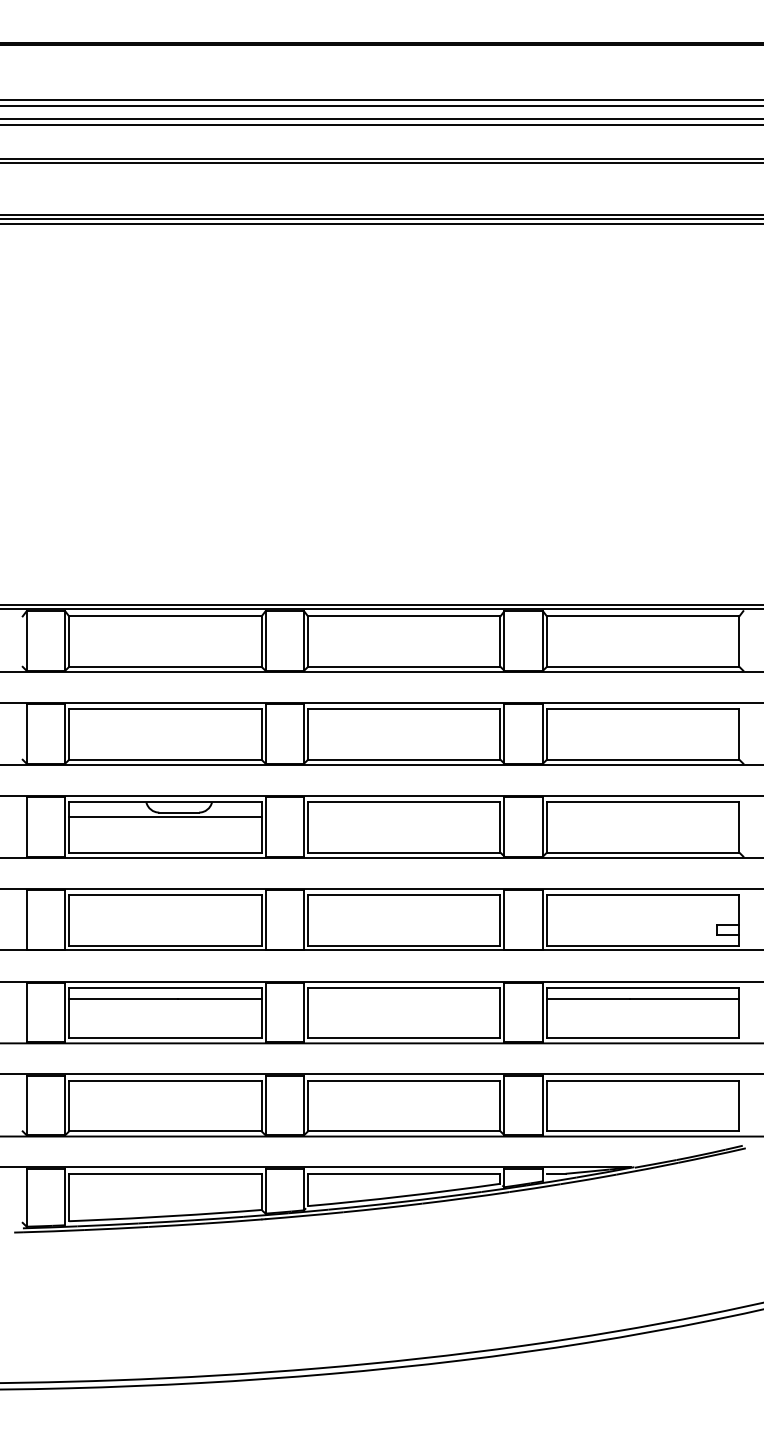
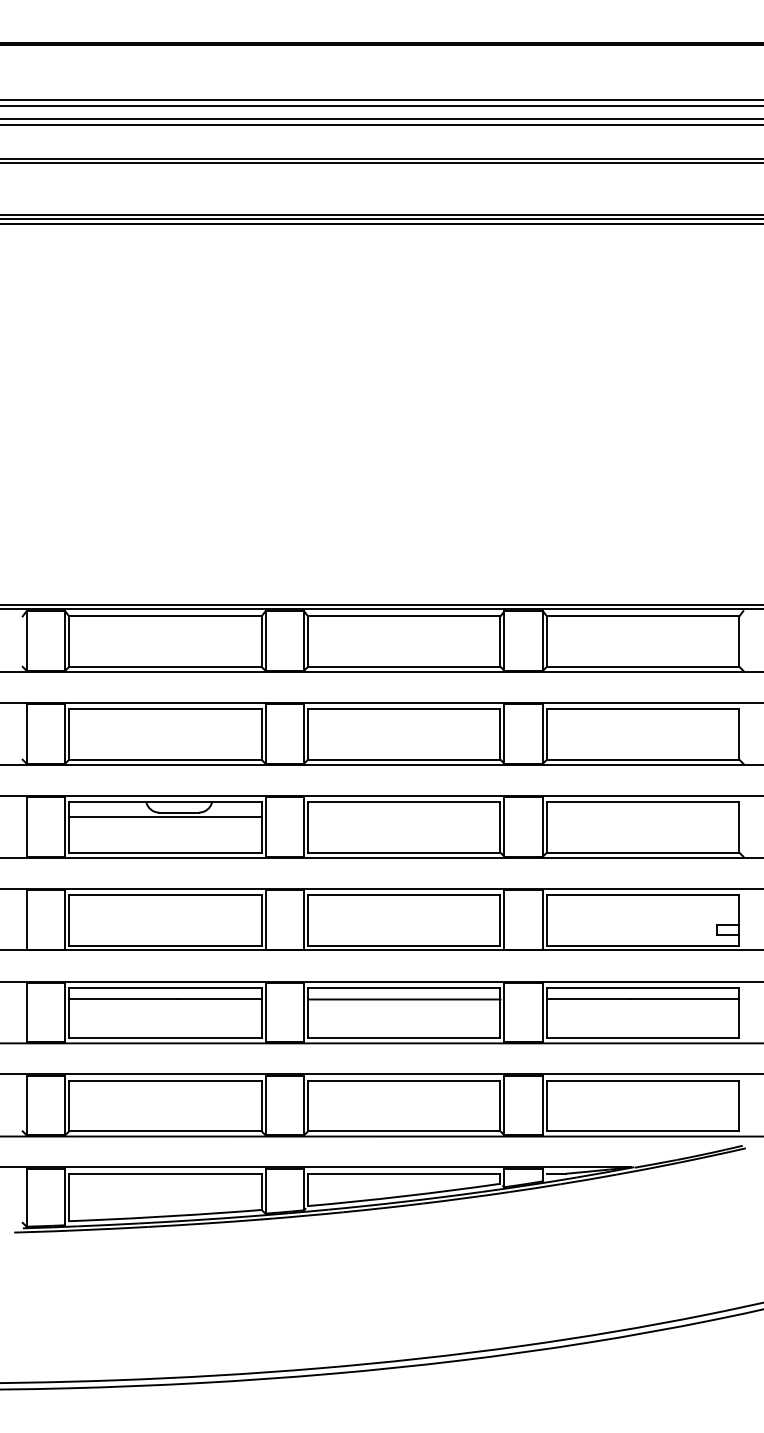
line at (404, 999): none -> present
